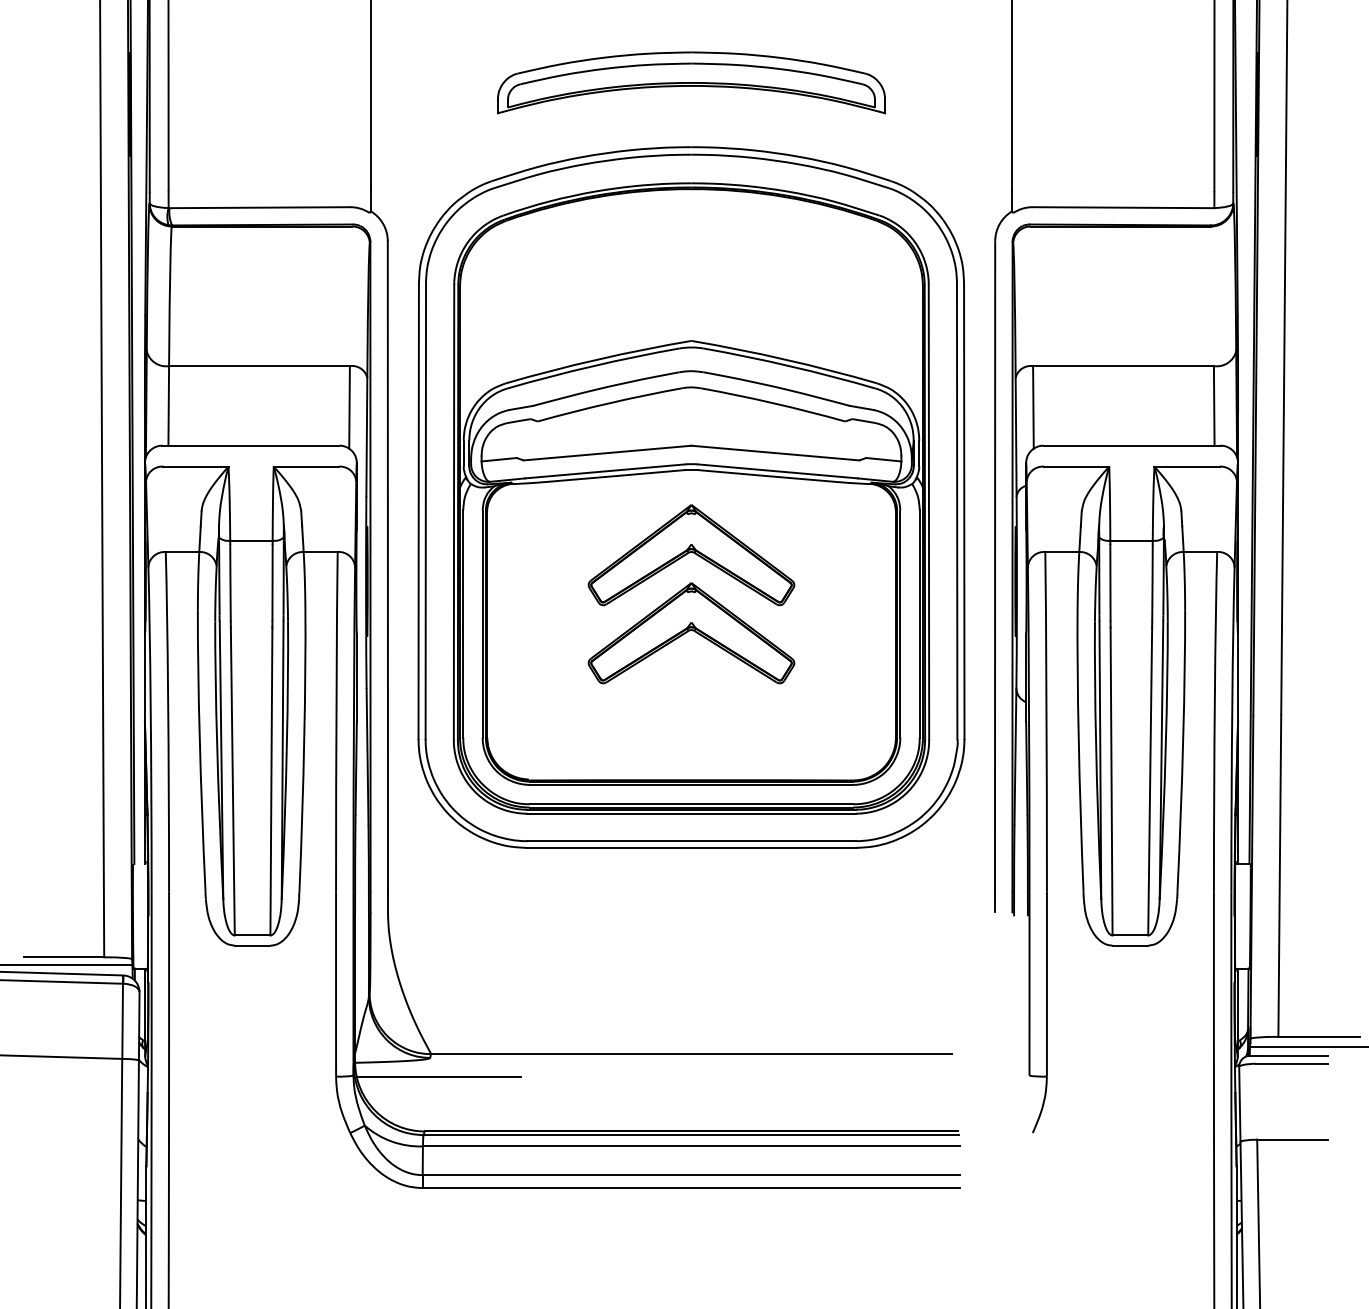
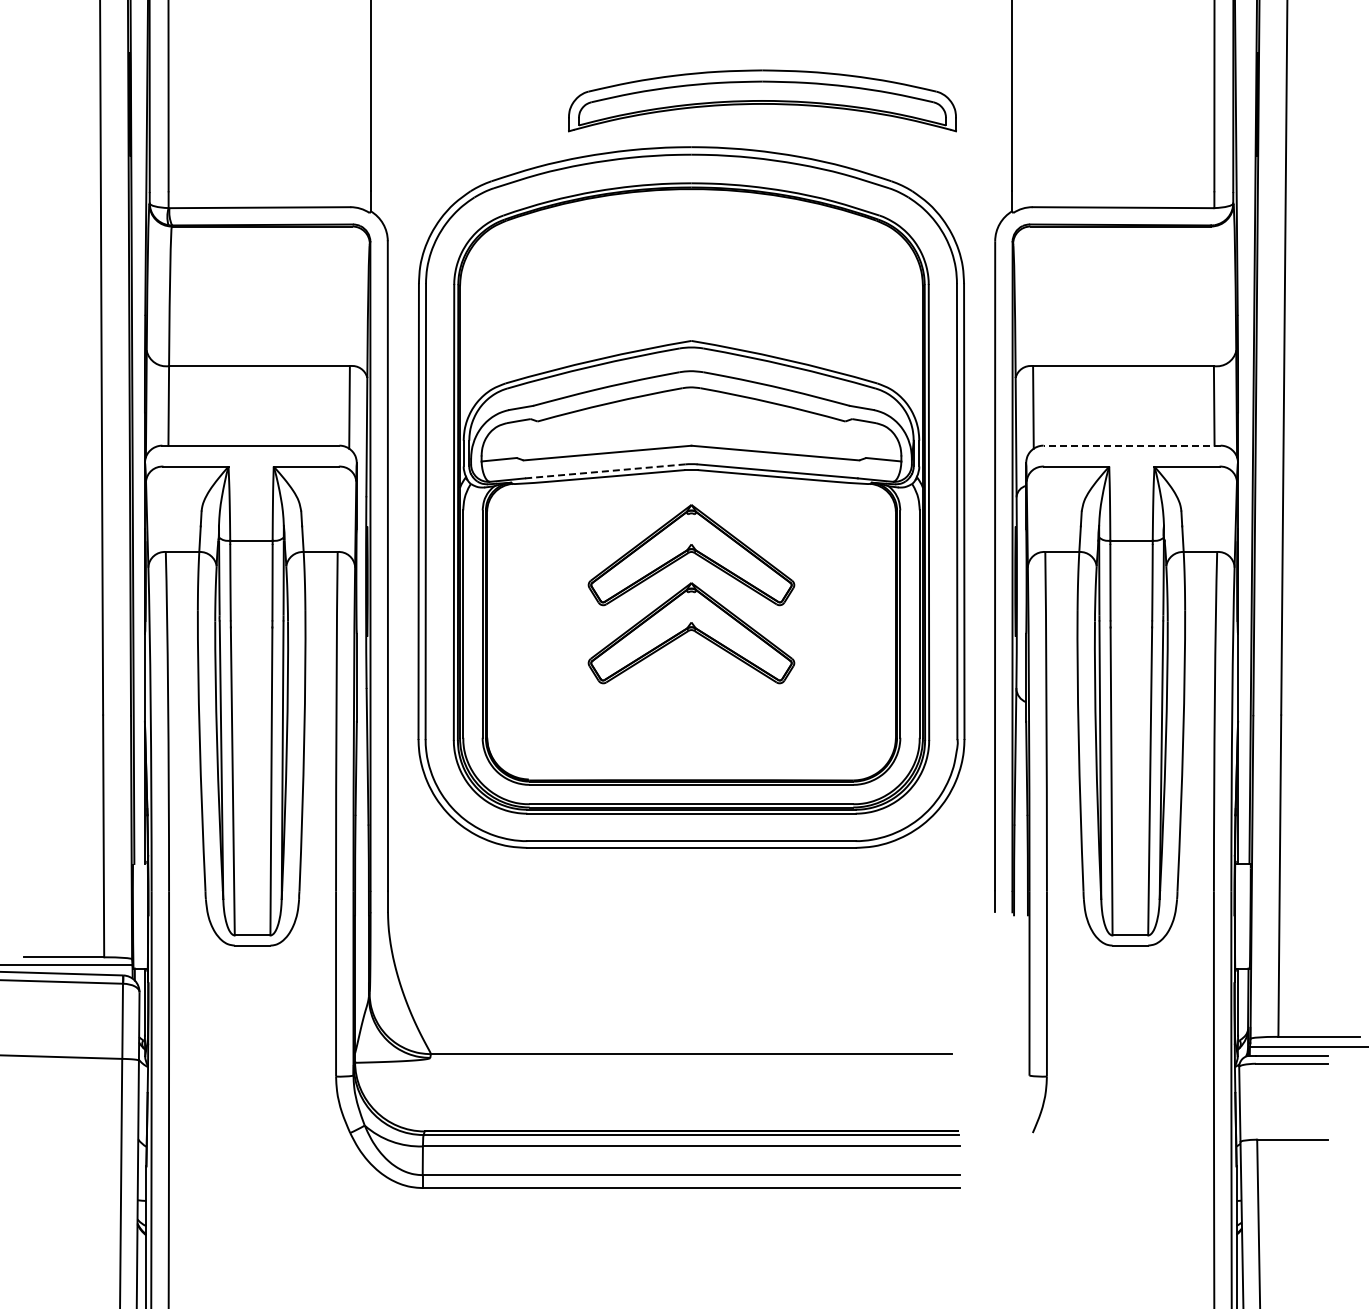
part at (691, 82) position: (691, 82) -> (762, 100)
line at (1132, 445): solid -> dashed
line at (605, 471): solid -> dashed
line at (438, 1076): present -> none
